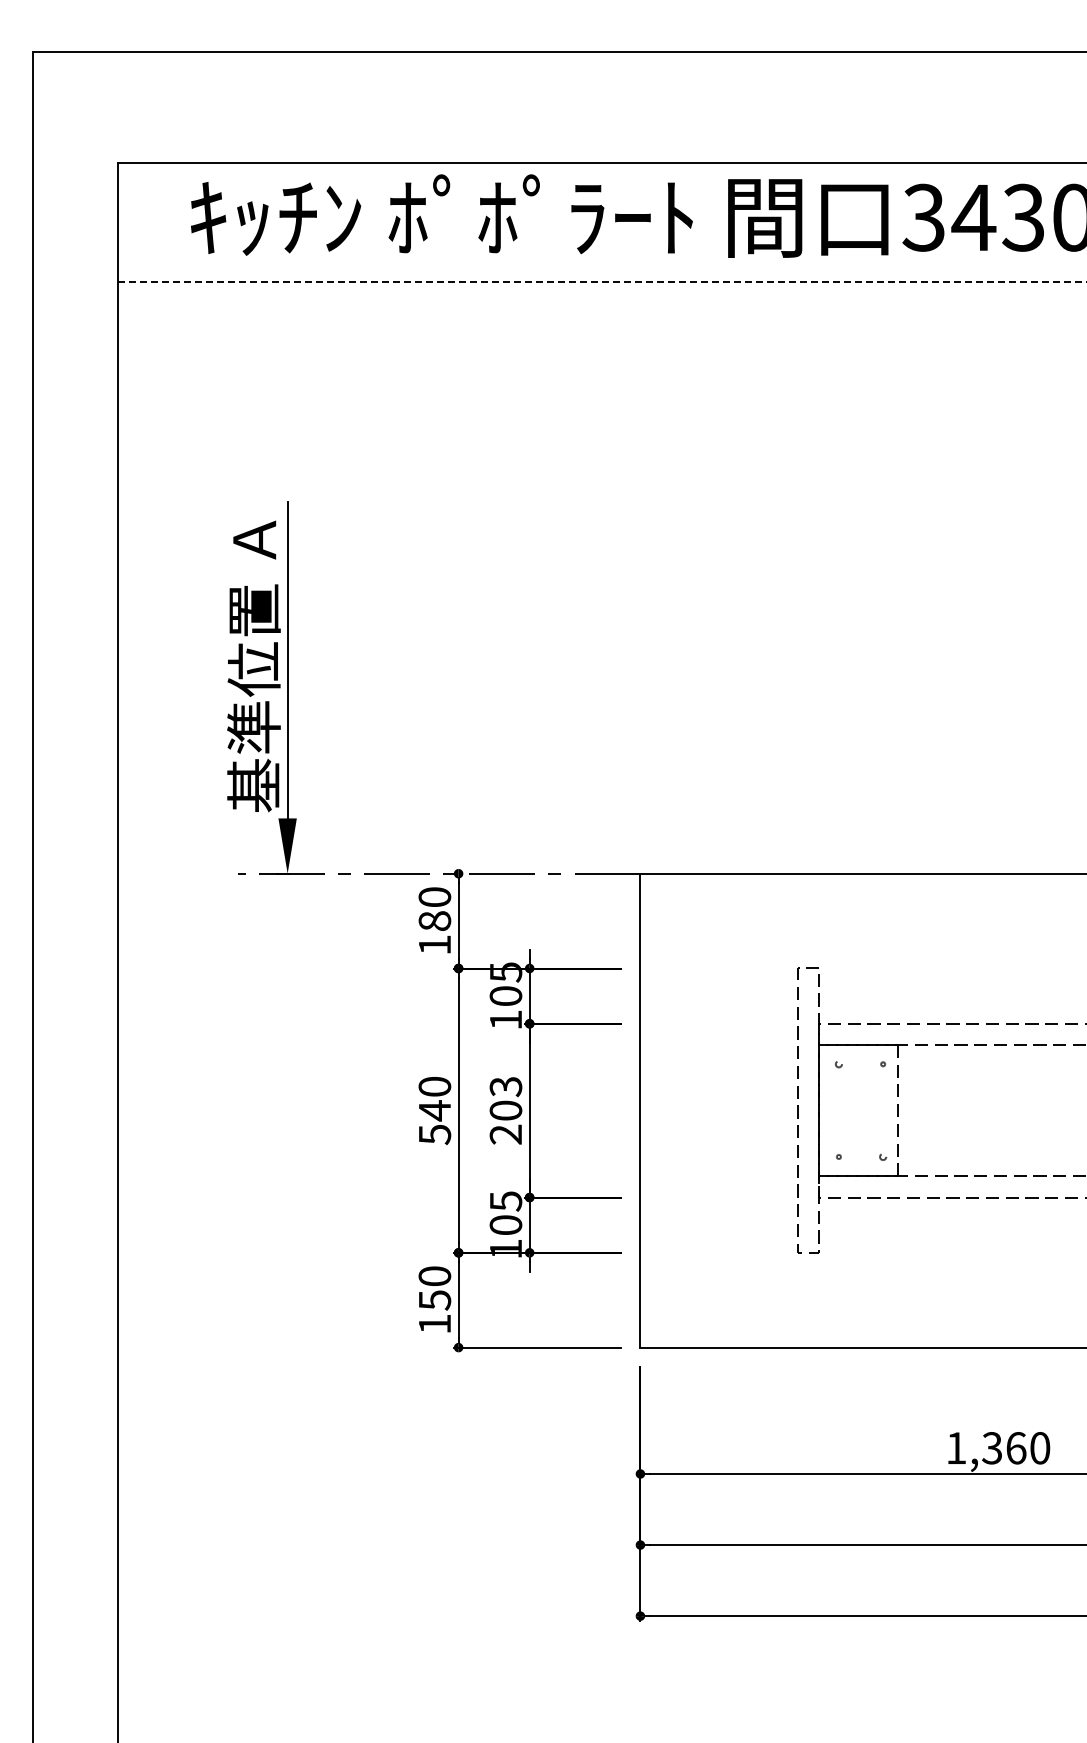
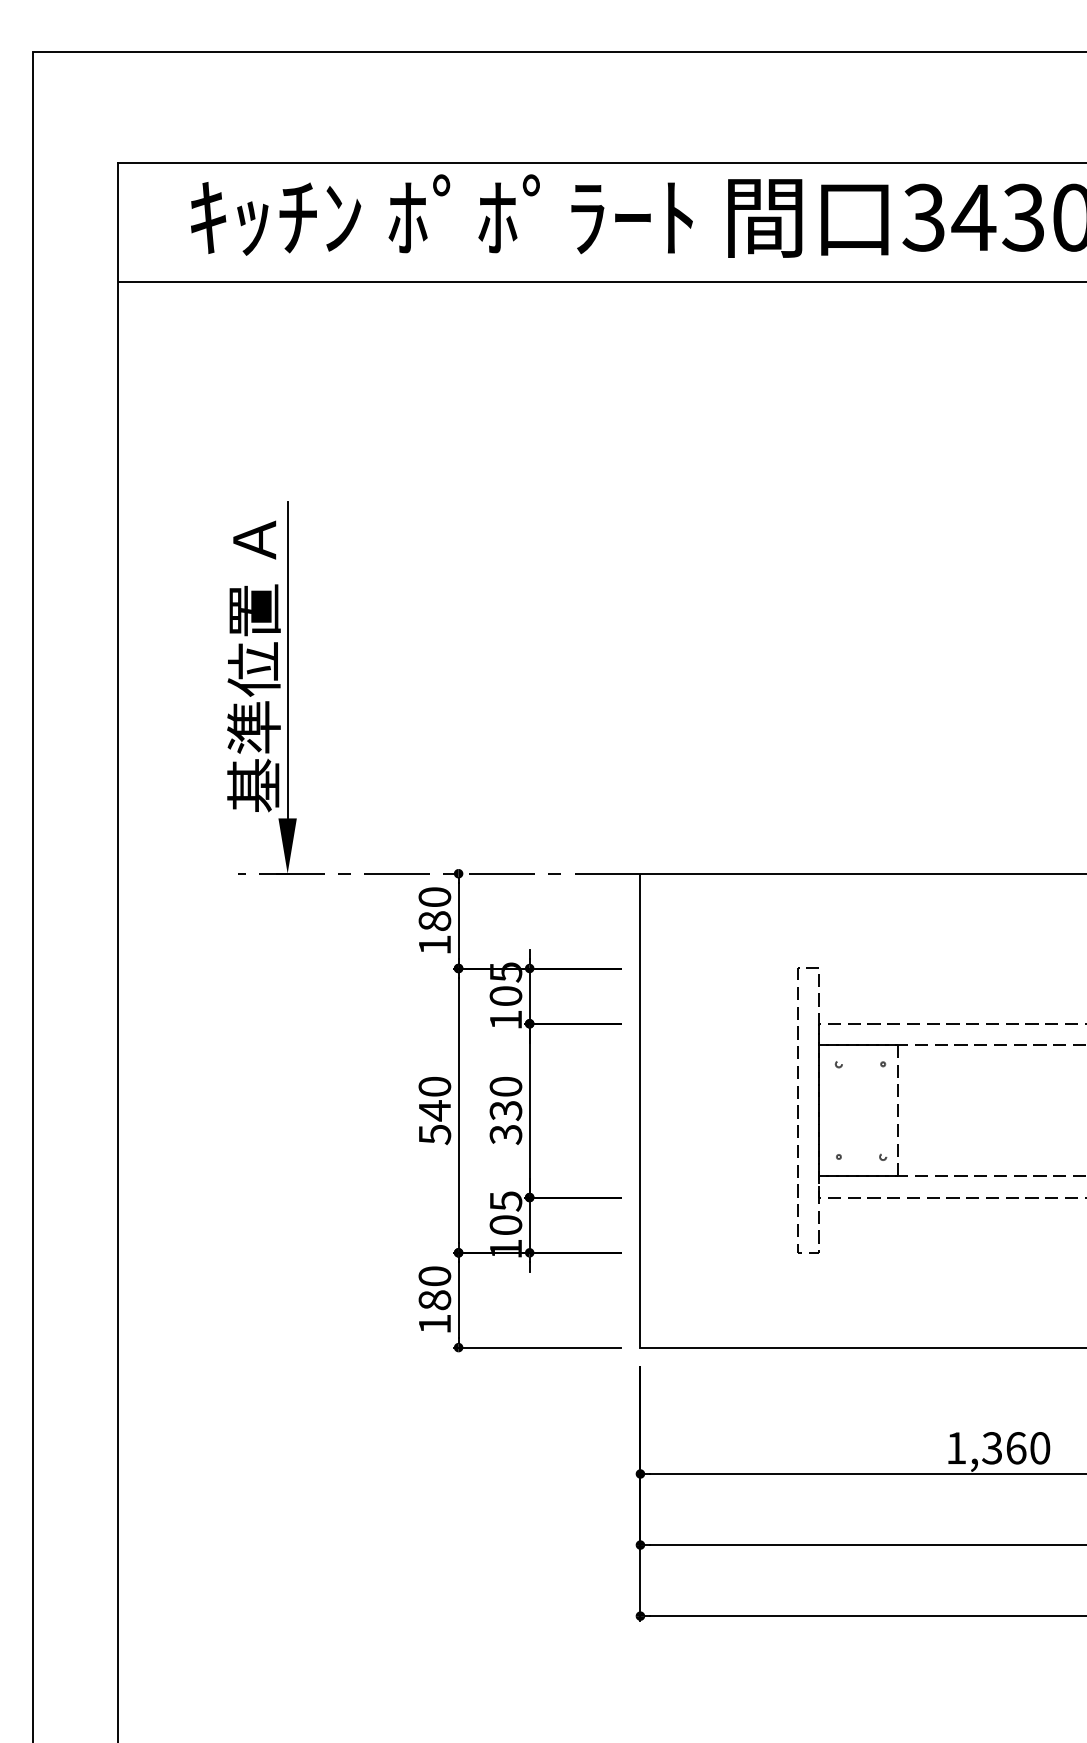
line at (602, 282): dashed -> solid
text at (505, 1110): 203 -> 330
text at (434, 1300): 150 -> 180
